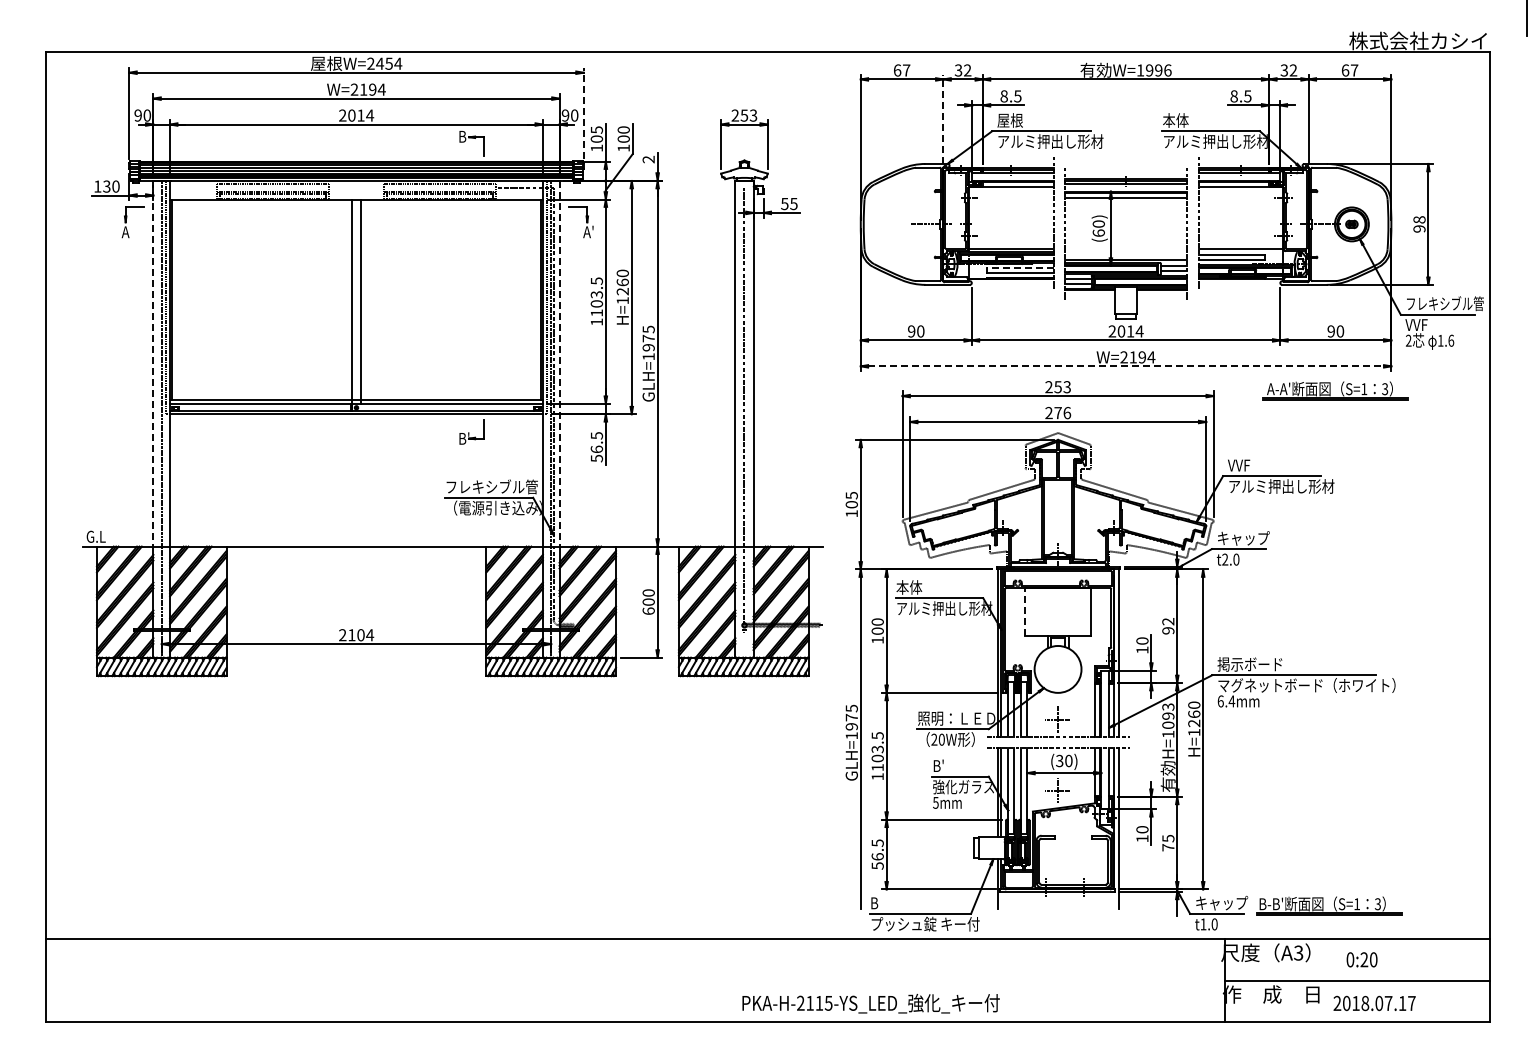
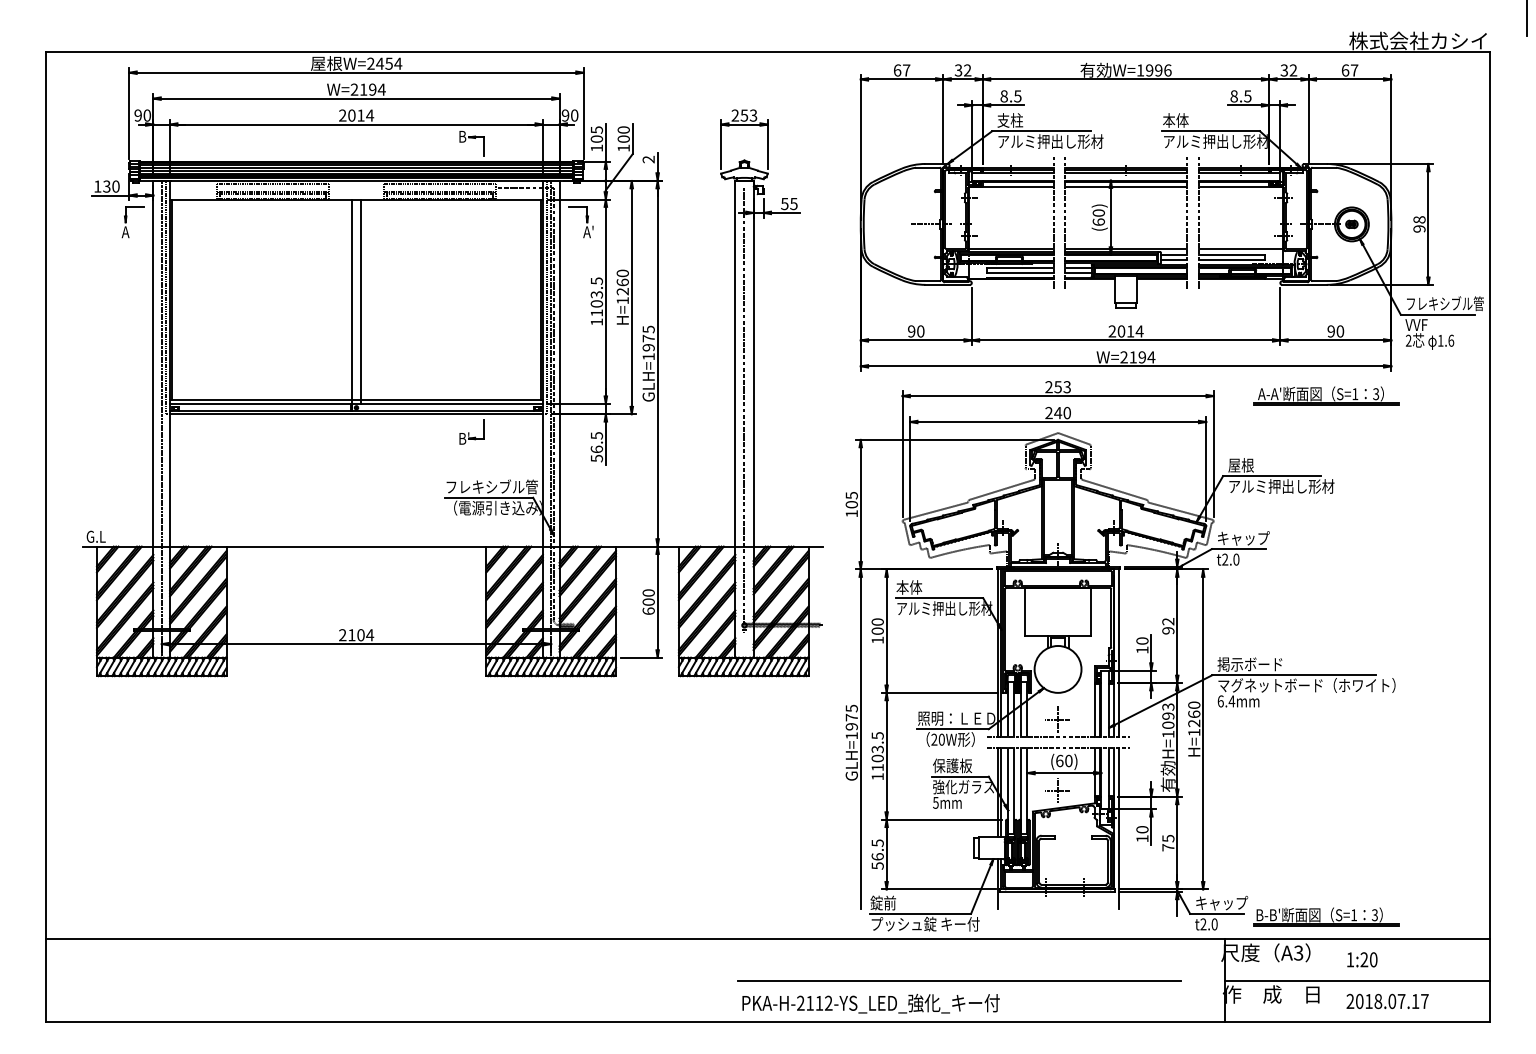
line at (583, 112): dashed -> solid
line at (943, 118): dashed -> solid
text at (1010, 120): 屋根 -> 支柱
part at (1111, 243) position: (1111, 243) -> (1111, 232)
line at (1019, 268): dashed -> solid
line at (153, 363): dashed -> solid
line at (559, 363): dashed -> solid
line at (1126, 366): dashed -> solid
part at (1335, 390) position: (1335, 390) -> (1326, 395)
text at (1062, 413): 276 -> 240
text at (1240, 465): VVF -> 屋根
line at (1025, 611): dashed -> solid
text at (1059, 760): (30) -> (60)
text at (952, 765): B' -> 保護板
text at (883, 902): B -> 錠前
part at (1329, 905) position: (1329, 905) -> (1326, 916)
text at (1203, 924): t1.0 -> t2.0
text at (1350, 959): 0:20 -> 1:20
line at (959, 980): none -> present
text at (828, 1002): PKA-H-2115-YS_LED_ -> PKA-H-2112-YS_LED_
text at (1374, 1003) position: (1374, 1003) -> (1387, 1001)
